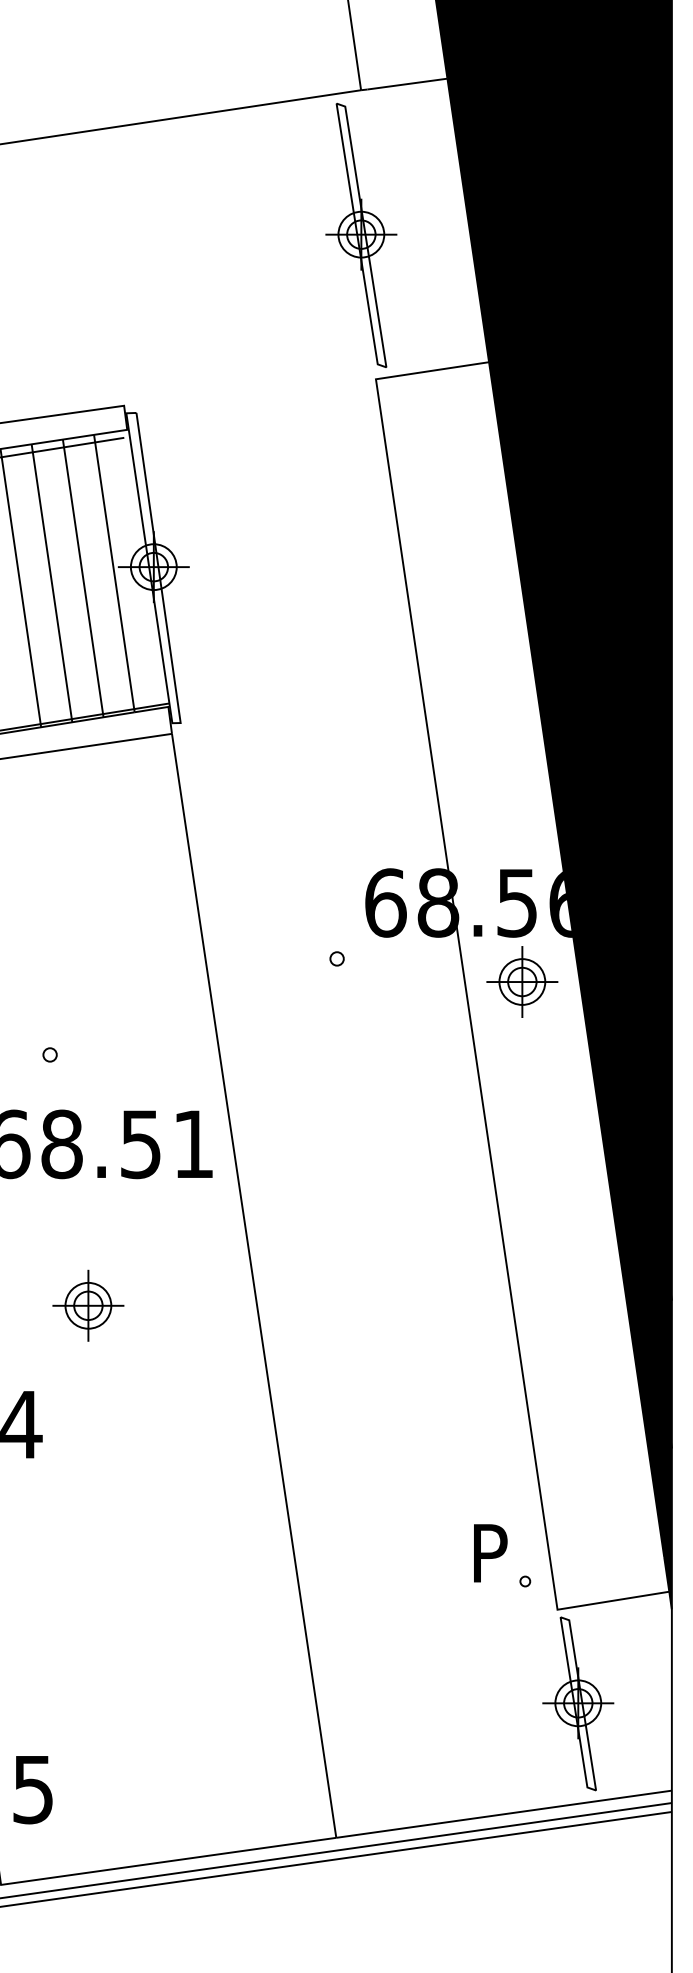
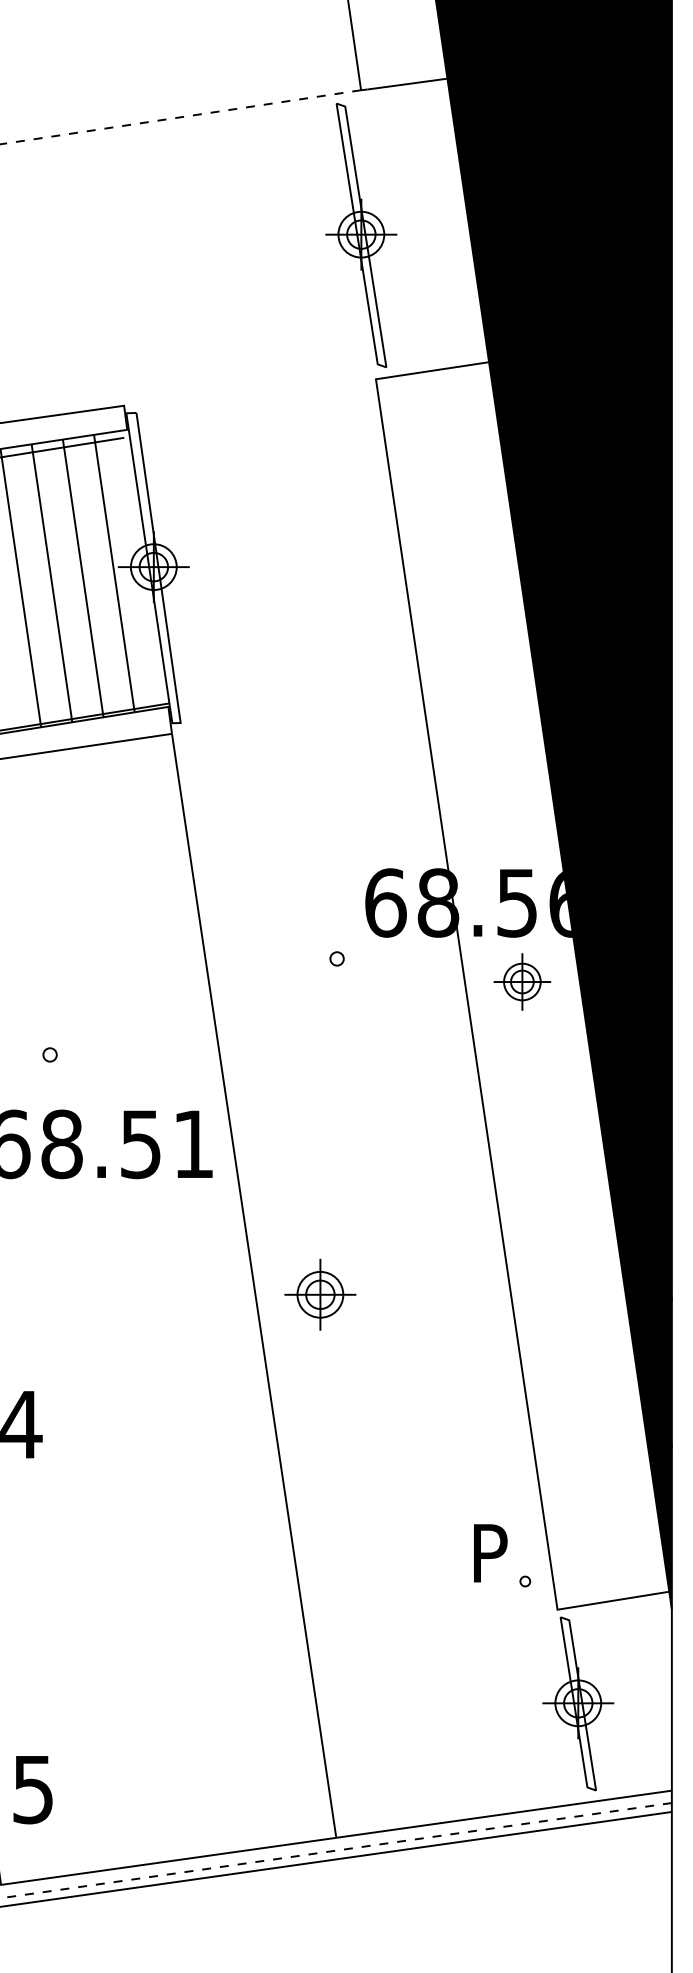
line at (180, 117): solid -> dashed
part at (522, 981) size: 73x72 px -> 59x58 px
part at (88, 1305) position: (88, 1305) -> (320, 1294)
line at (336, 1850): solid -> dashed
